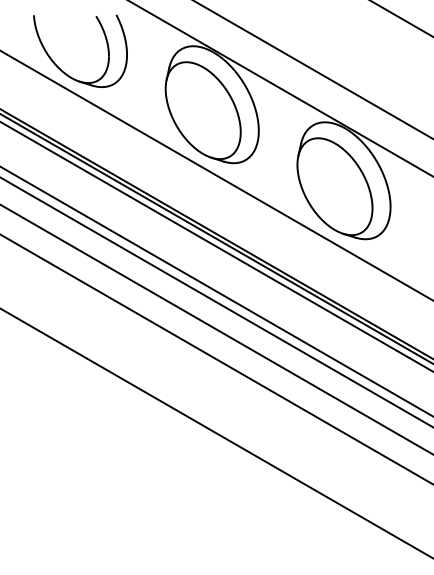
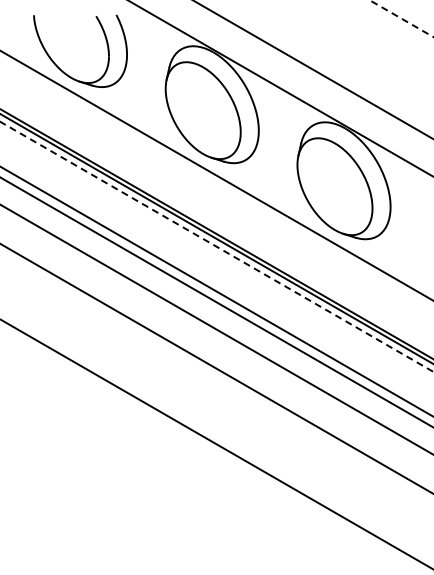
line at (401, 18): solid -> dashed
line at (217, 247): solid -> dashed
line at (216, 358) position: (216, 358) -> (216, 367)
line at (216, 432) position: (216, 432) -> (216, 443)
